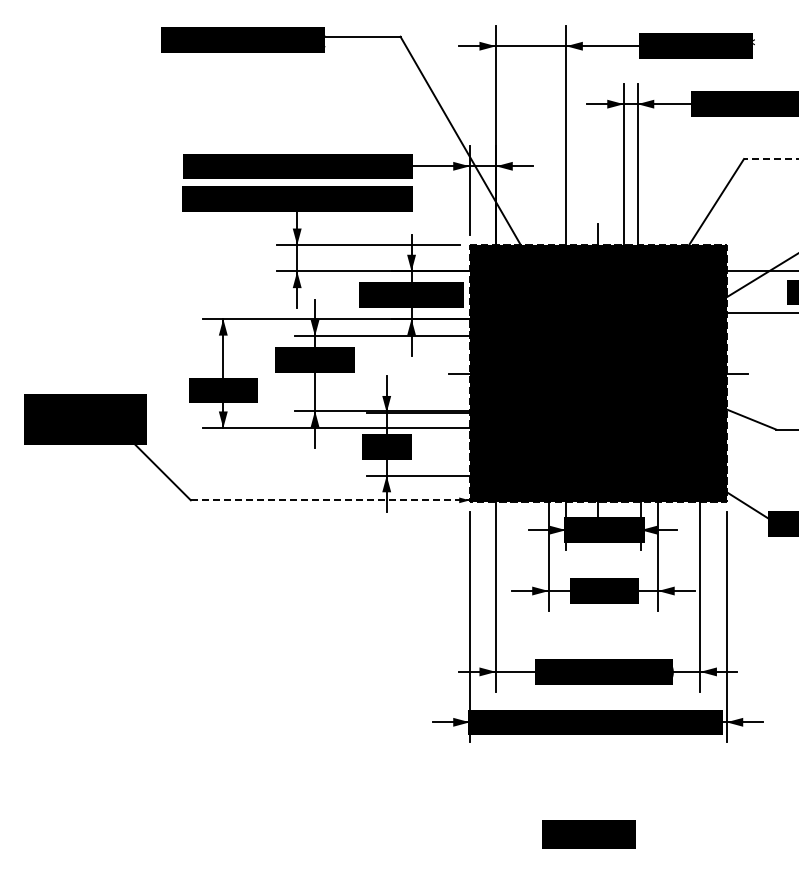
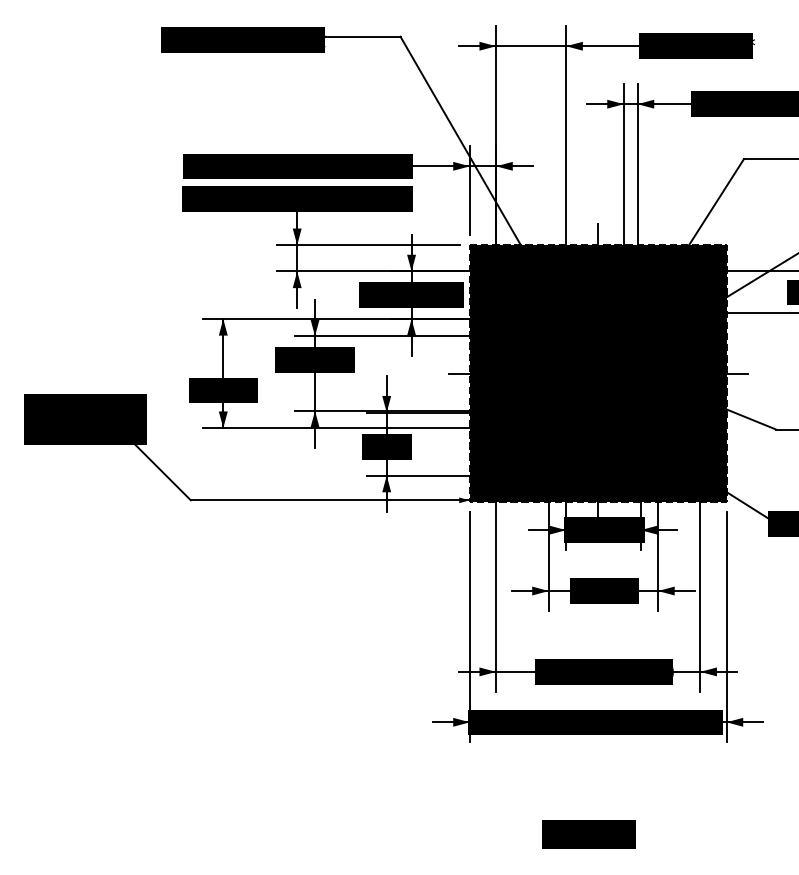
line at (770, 159): dashed -> solid
line at (330, 500): dashed -> solid
